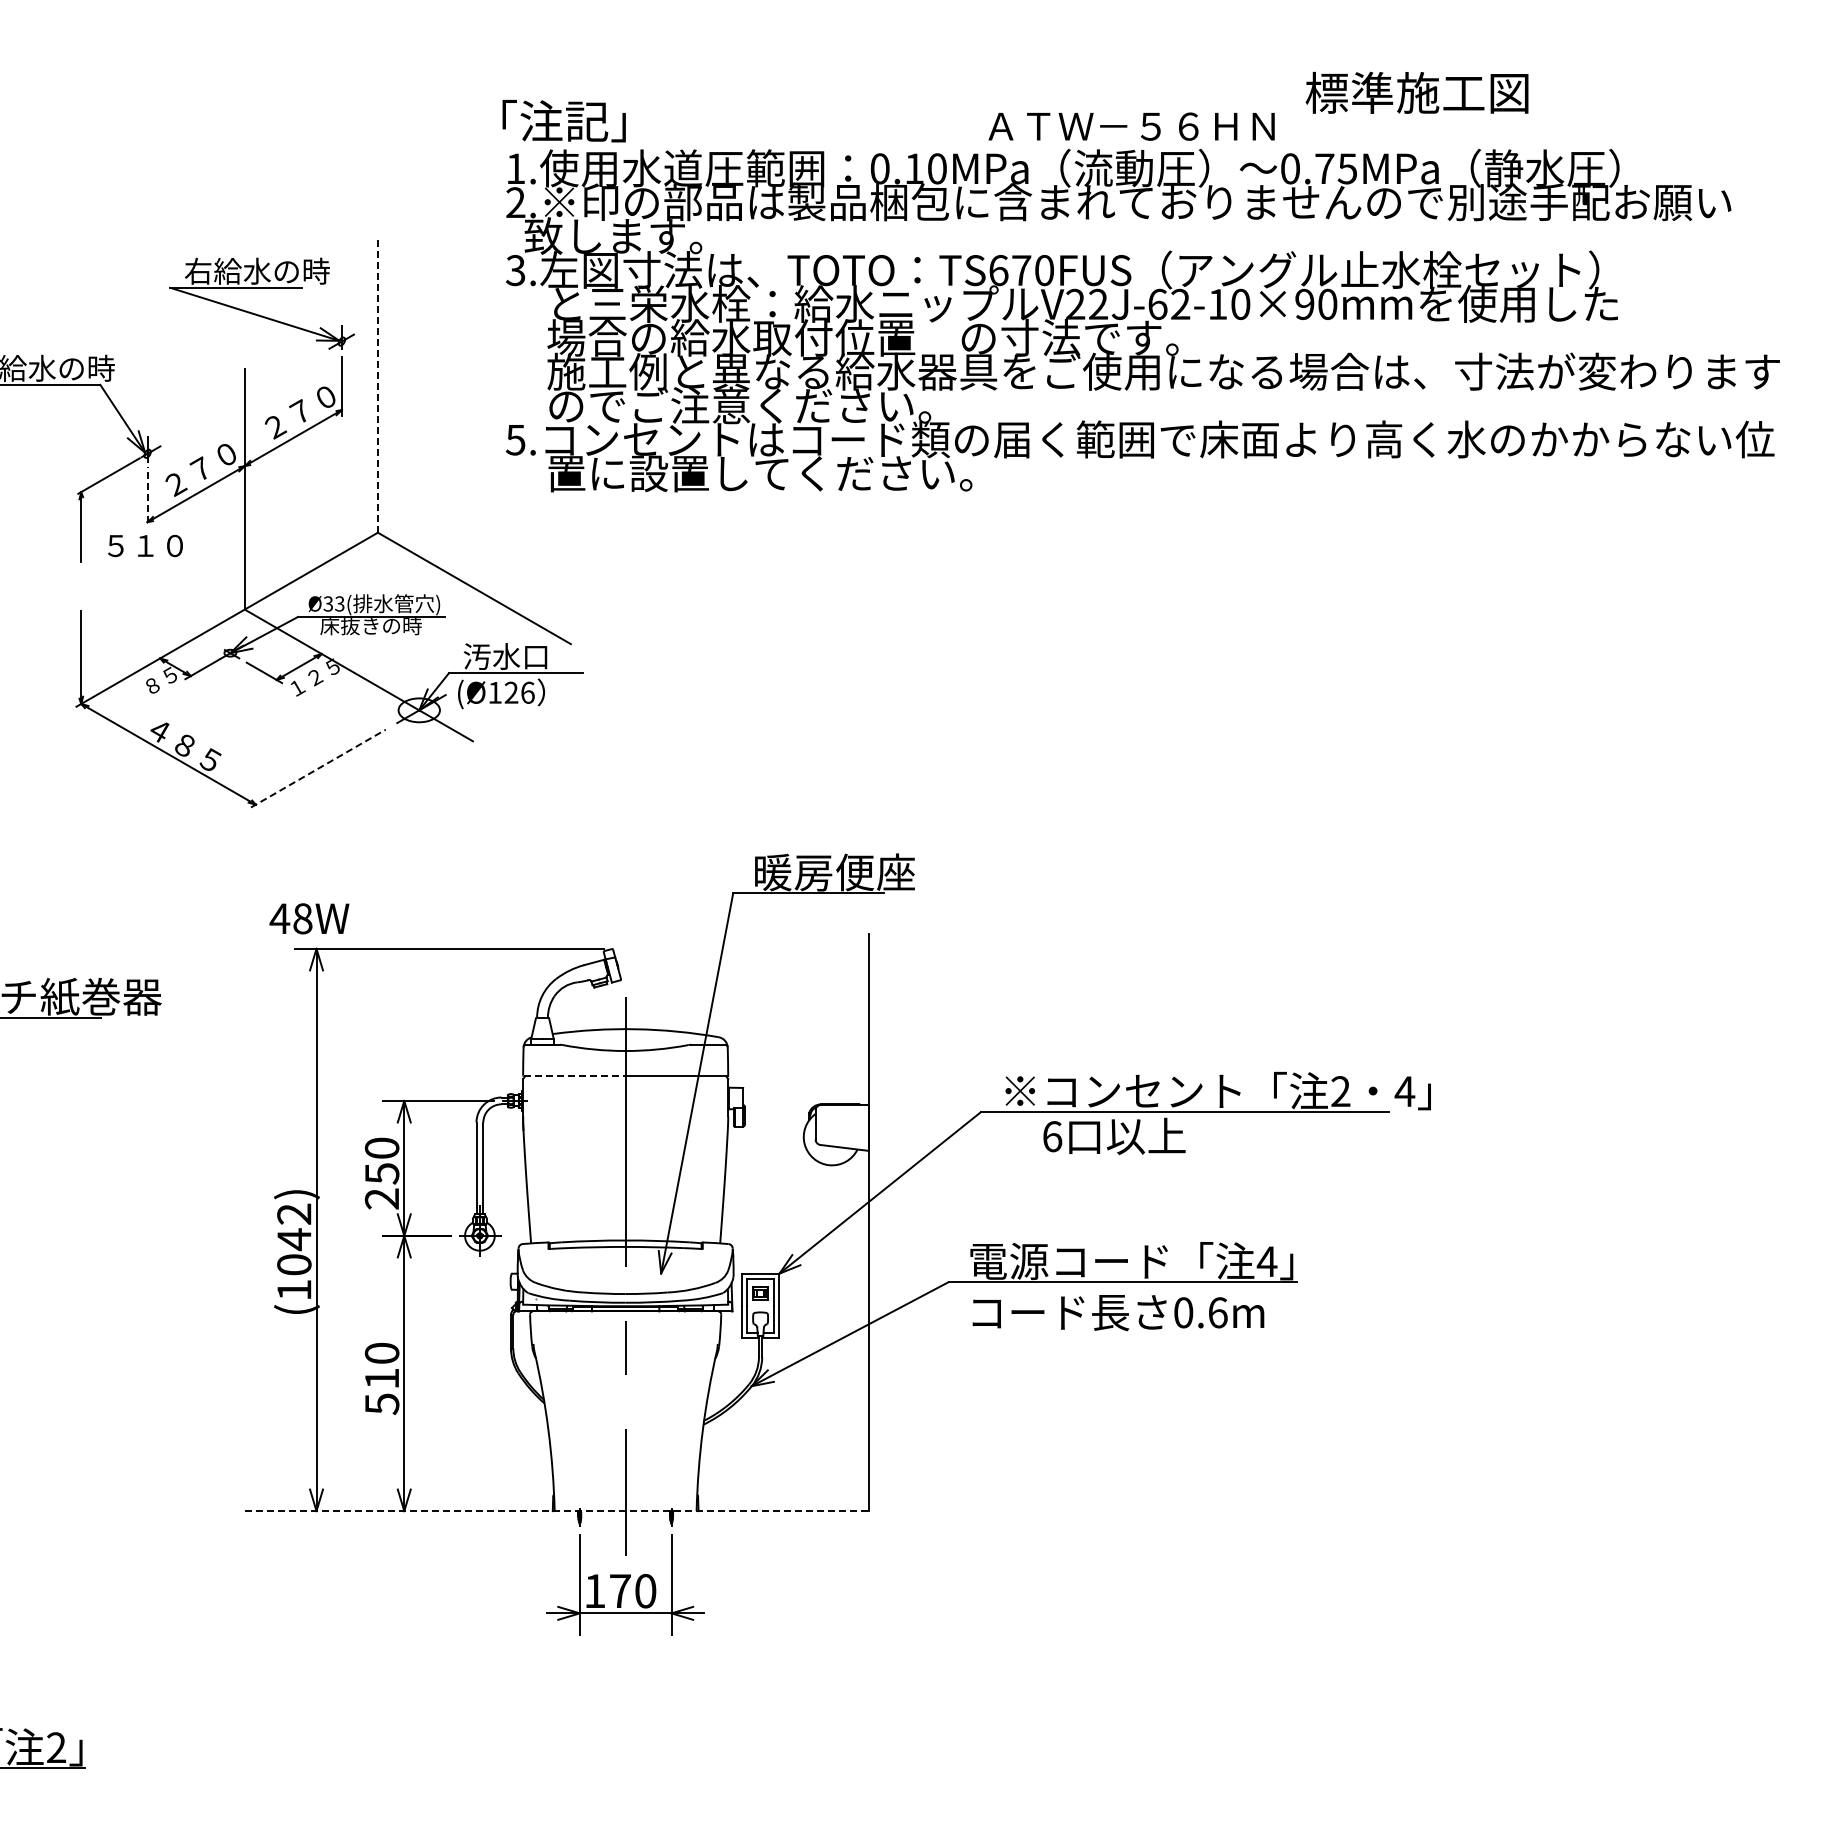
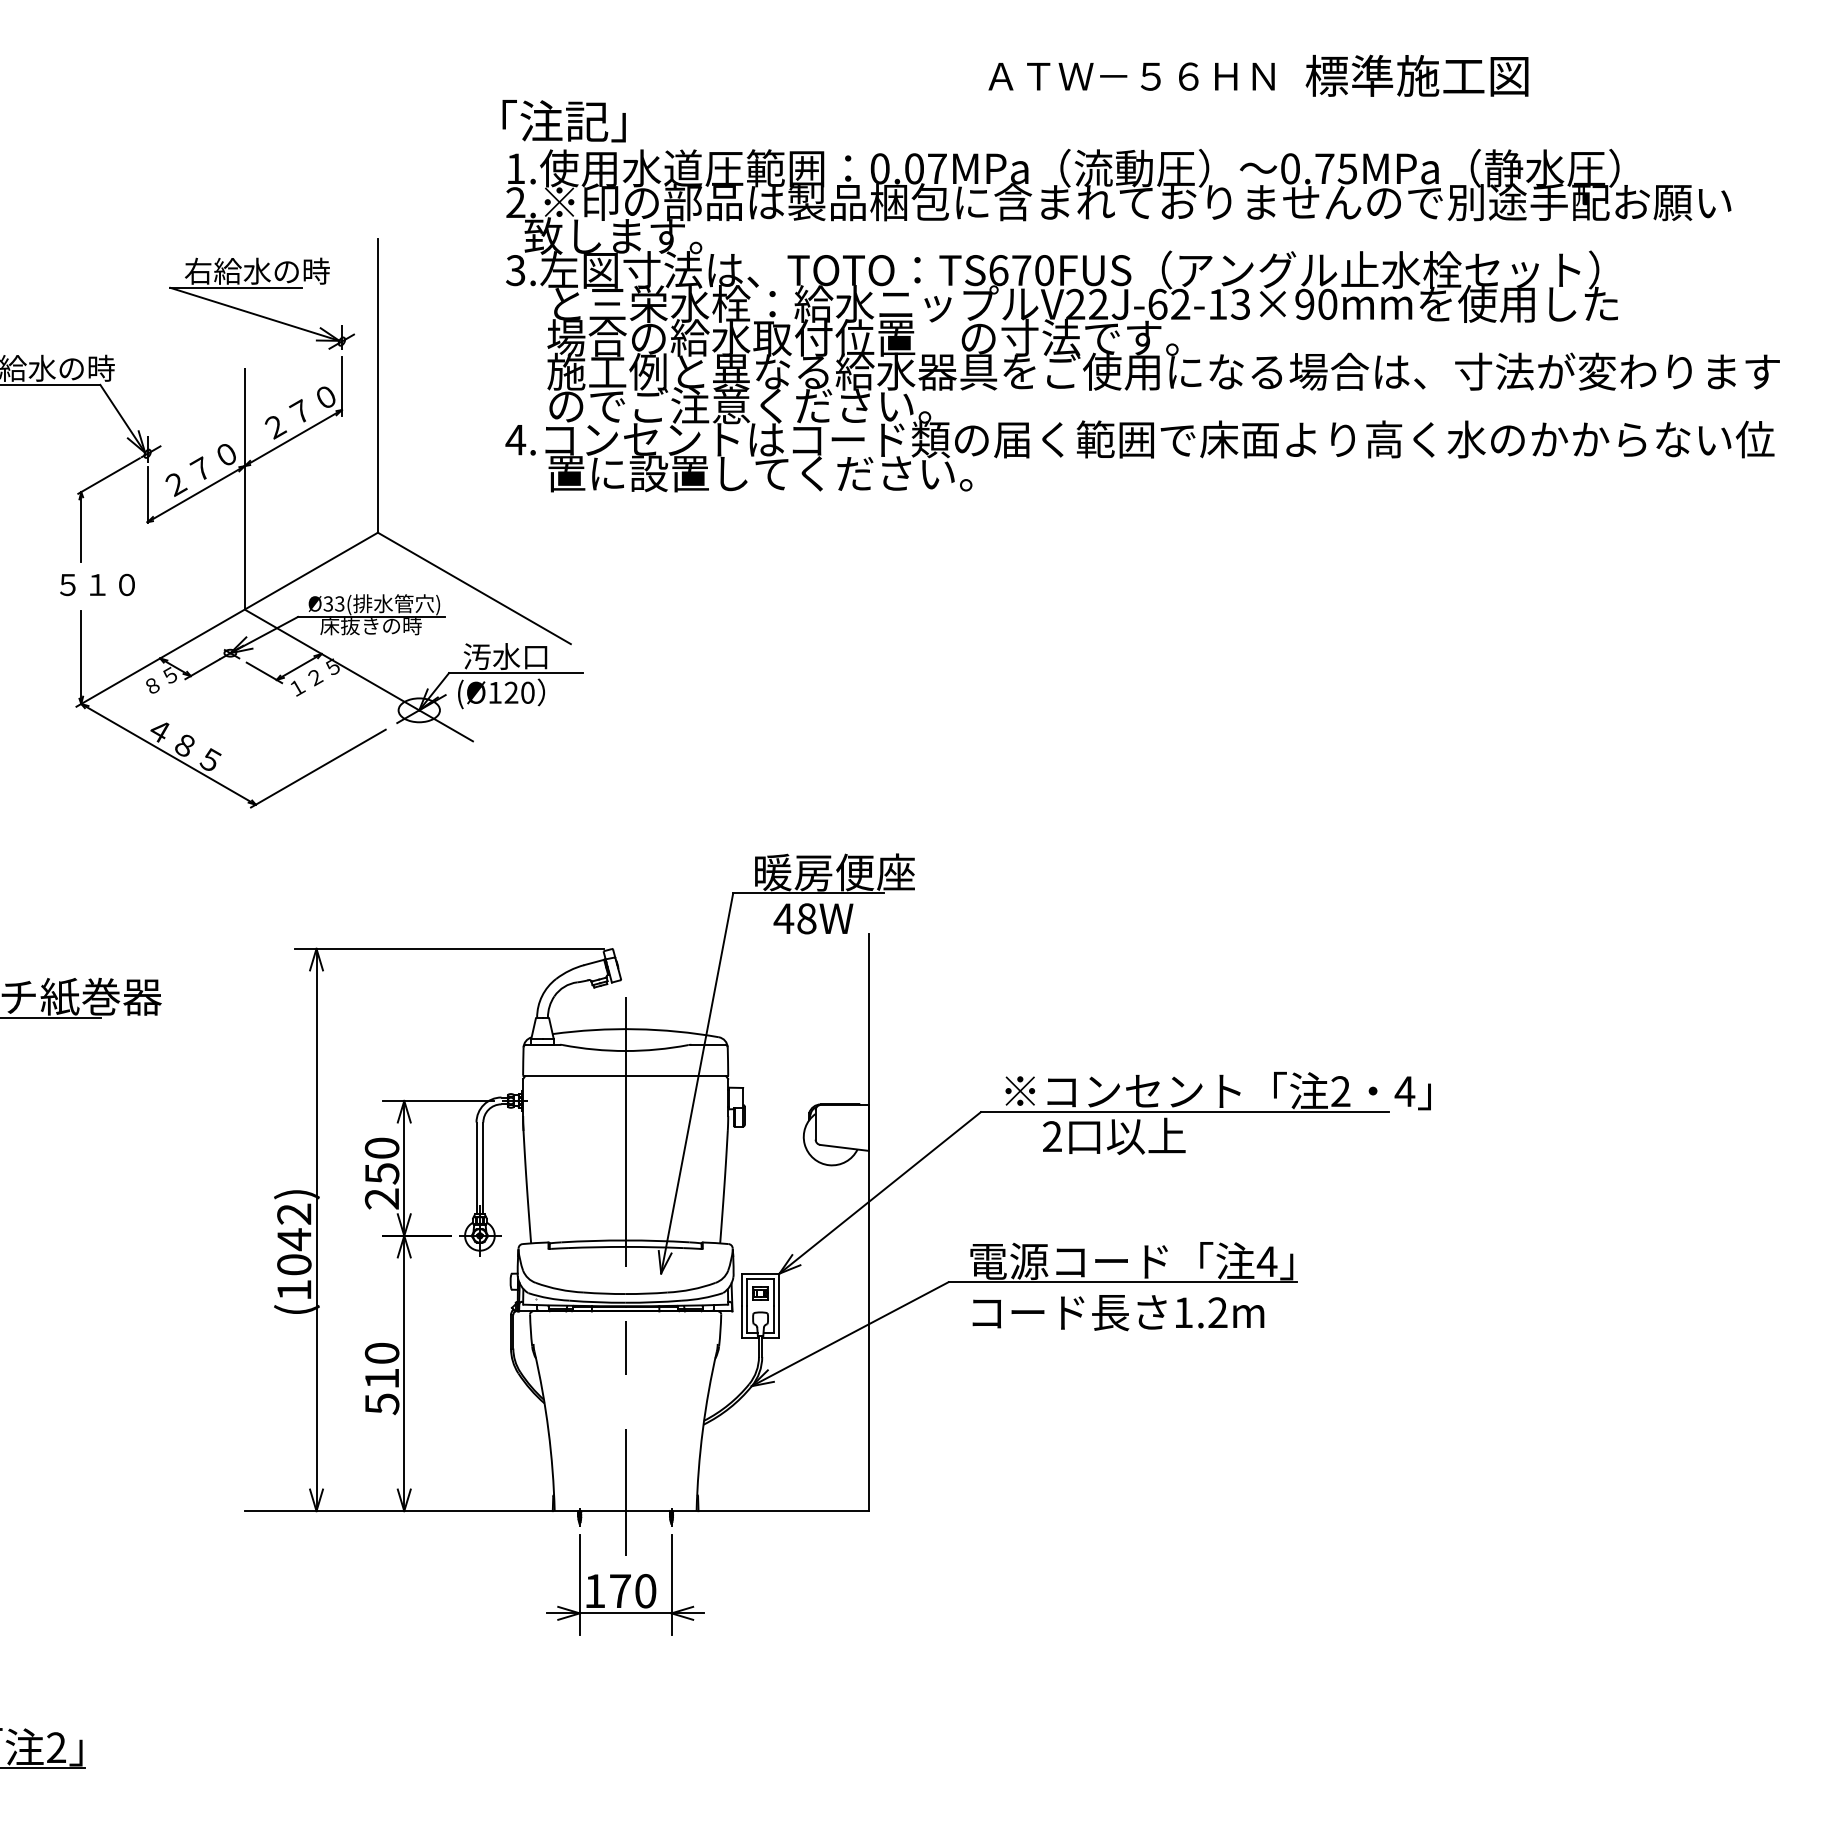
text at (1416, 92) position: (1416, 92) -> (1416, 75)
text at (1131, 126) position: (1131, 126) -> (1131, 76)
text at (925, 168): 0.10MPa -> 0.07MPa
text at (1240, 303): V22J-62-10×90mm -> V22J-62-13×90mm
line at (377, 385): dashed -> solid
text at (515, 440): 5. -> 4.
line at (147, 494): dashed -> solid
text at (145, 545) position: (145, 545) -> (97, 584)
text at (527, 692): (Ø126 -> (Ø120
line at (318, 768): dashed -> solid
text at (309, 918) position: (309, 918) -> (813, 918)
line at (575, 1076): dashed -> solid
text at (1052, 1136): 6 -> 2
text at (1200, 1312): 0.6m -> 1.2m
line at (557, 1511): dashed -> solid
